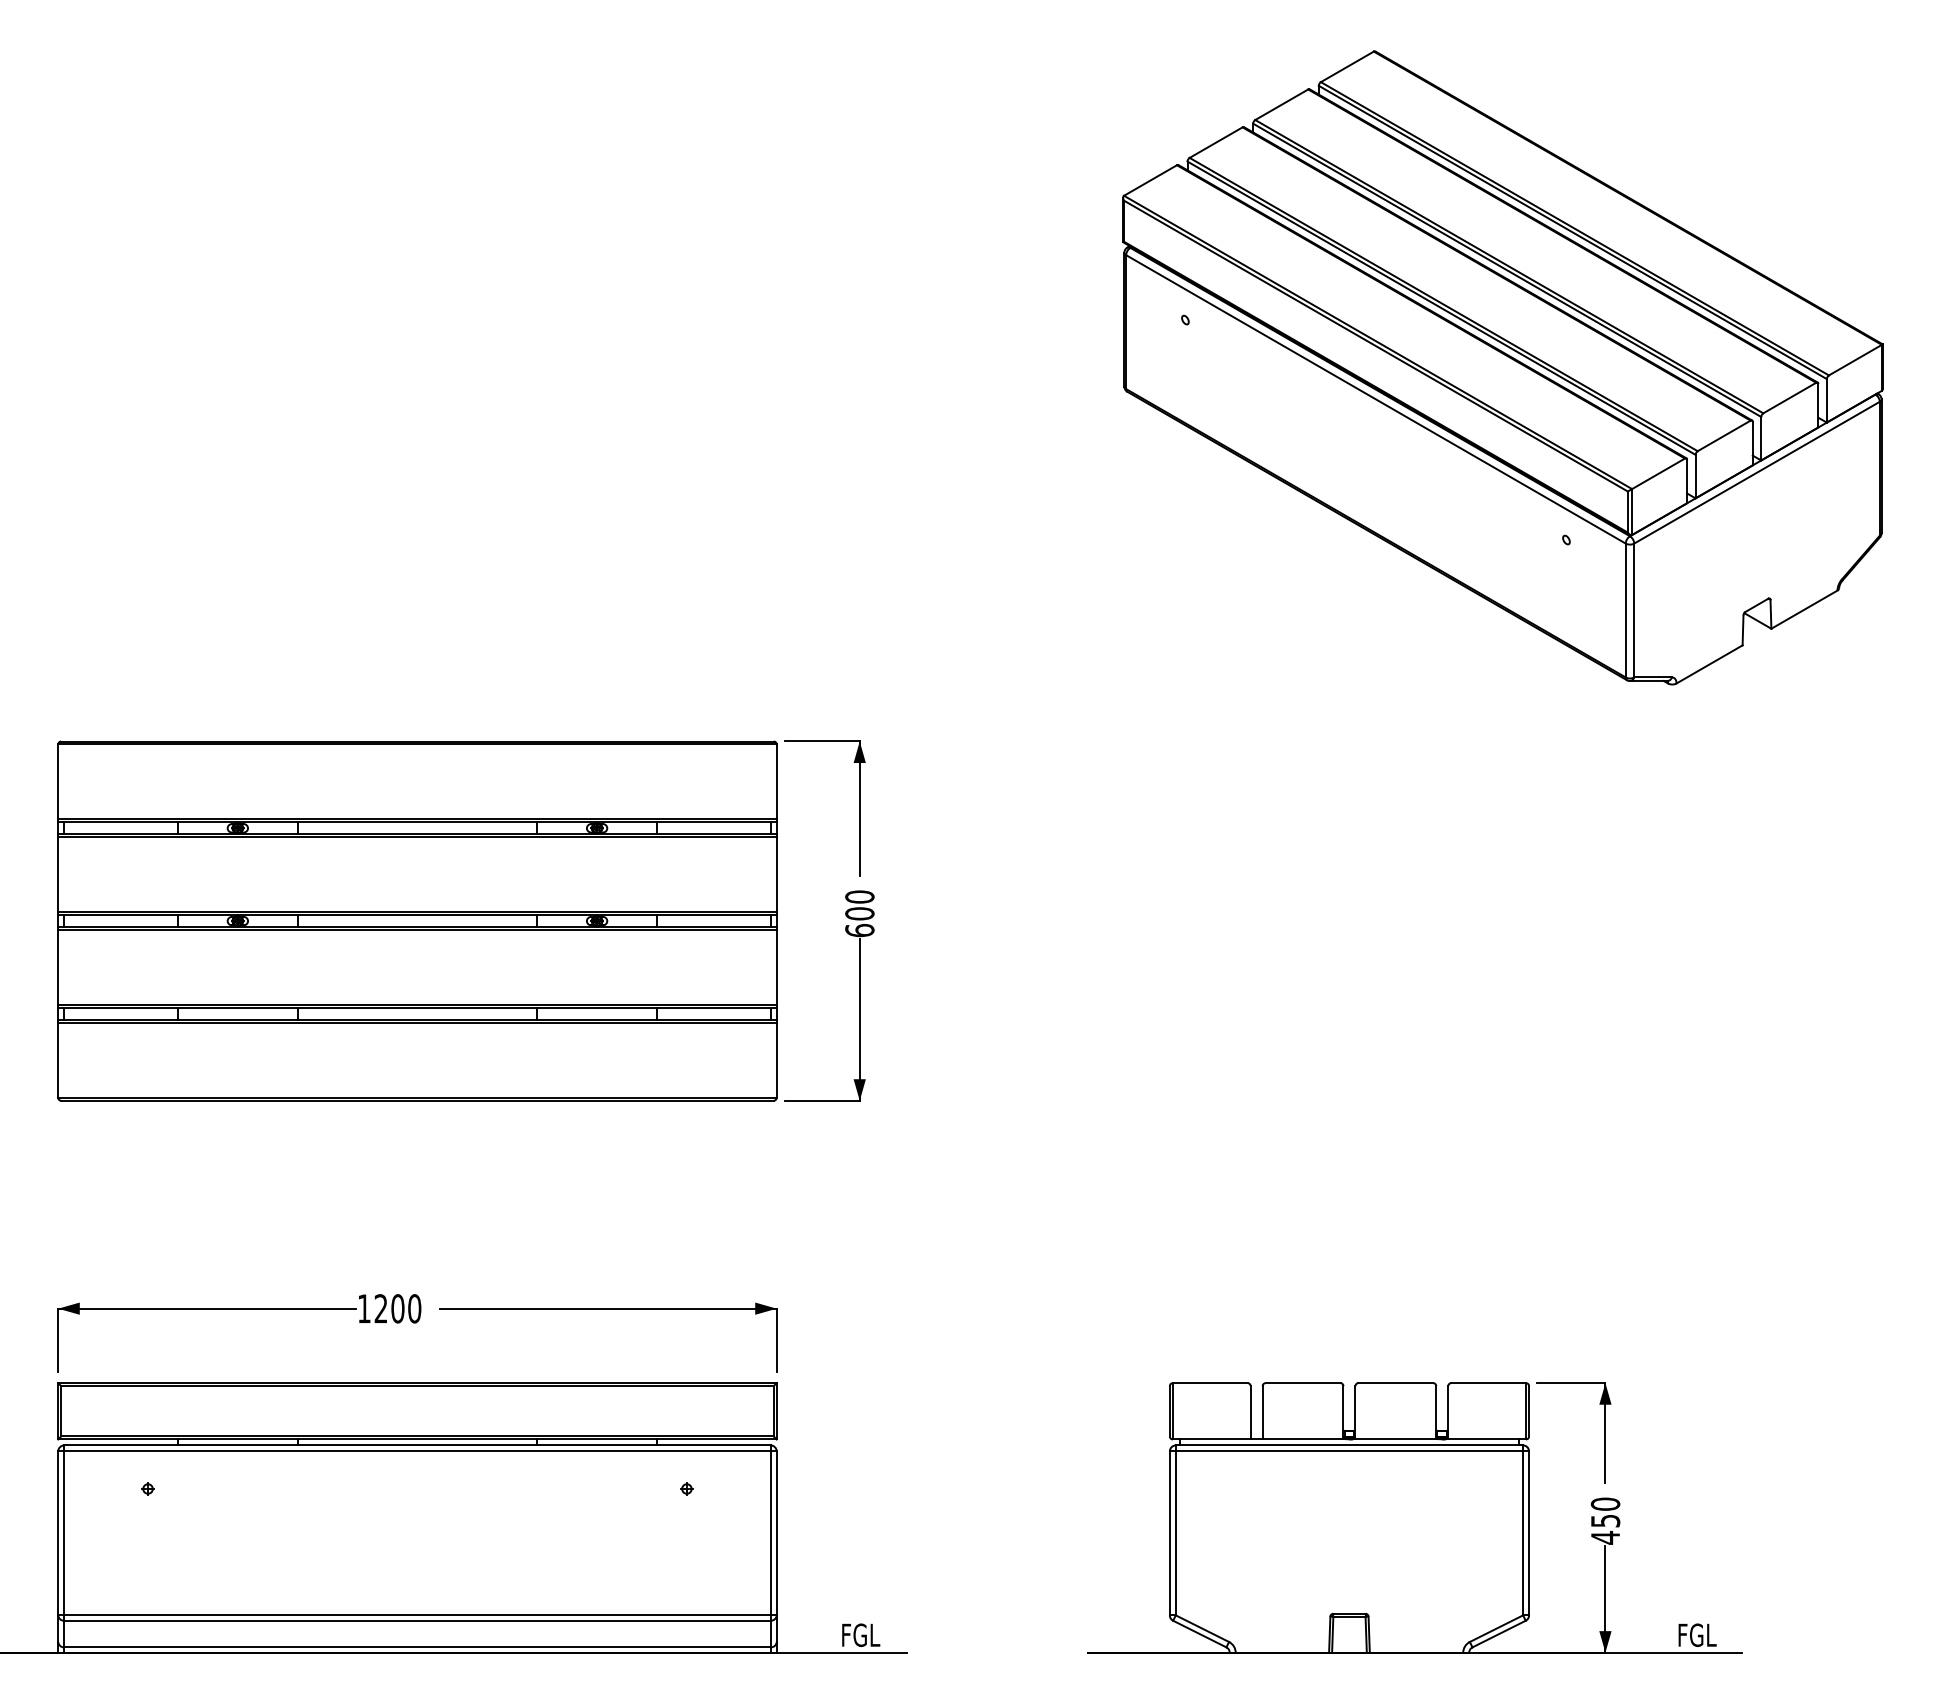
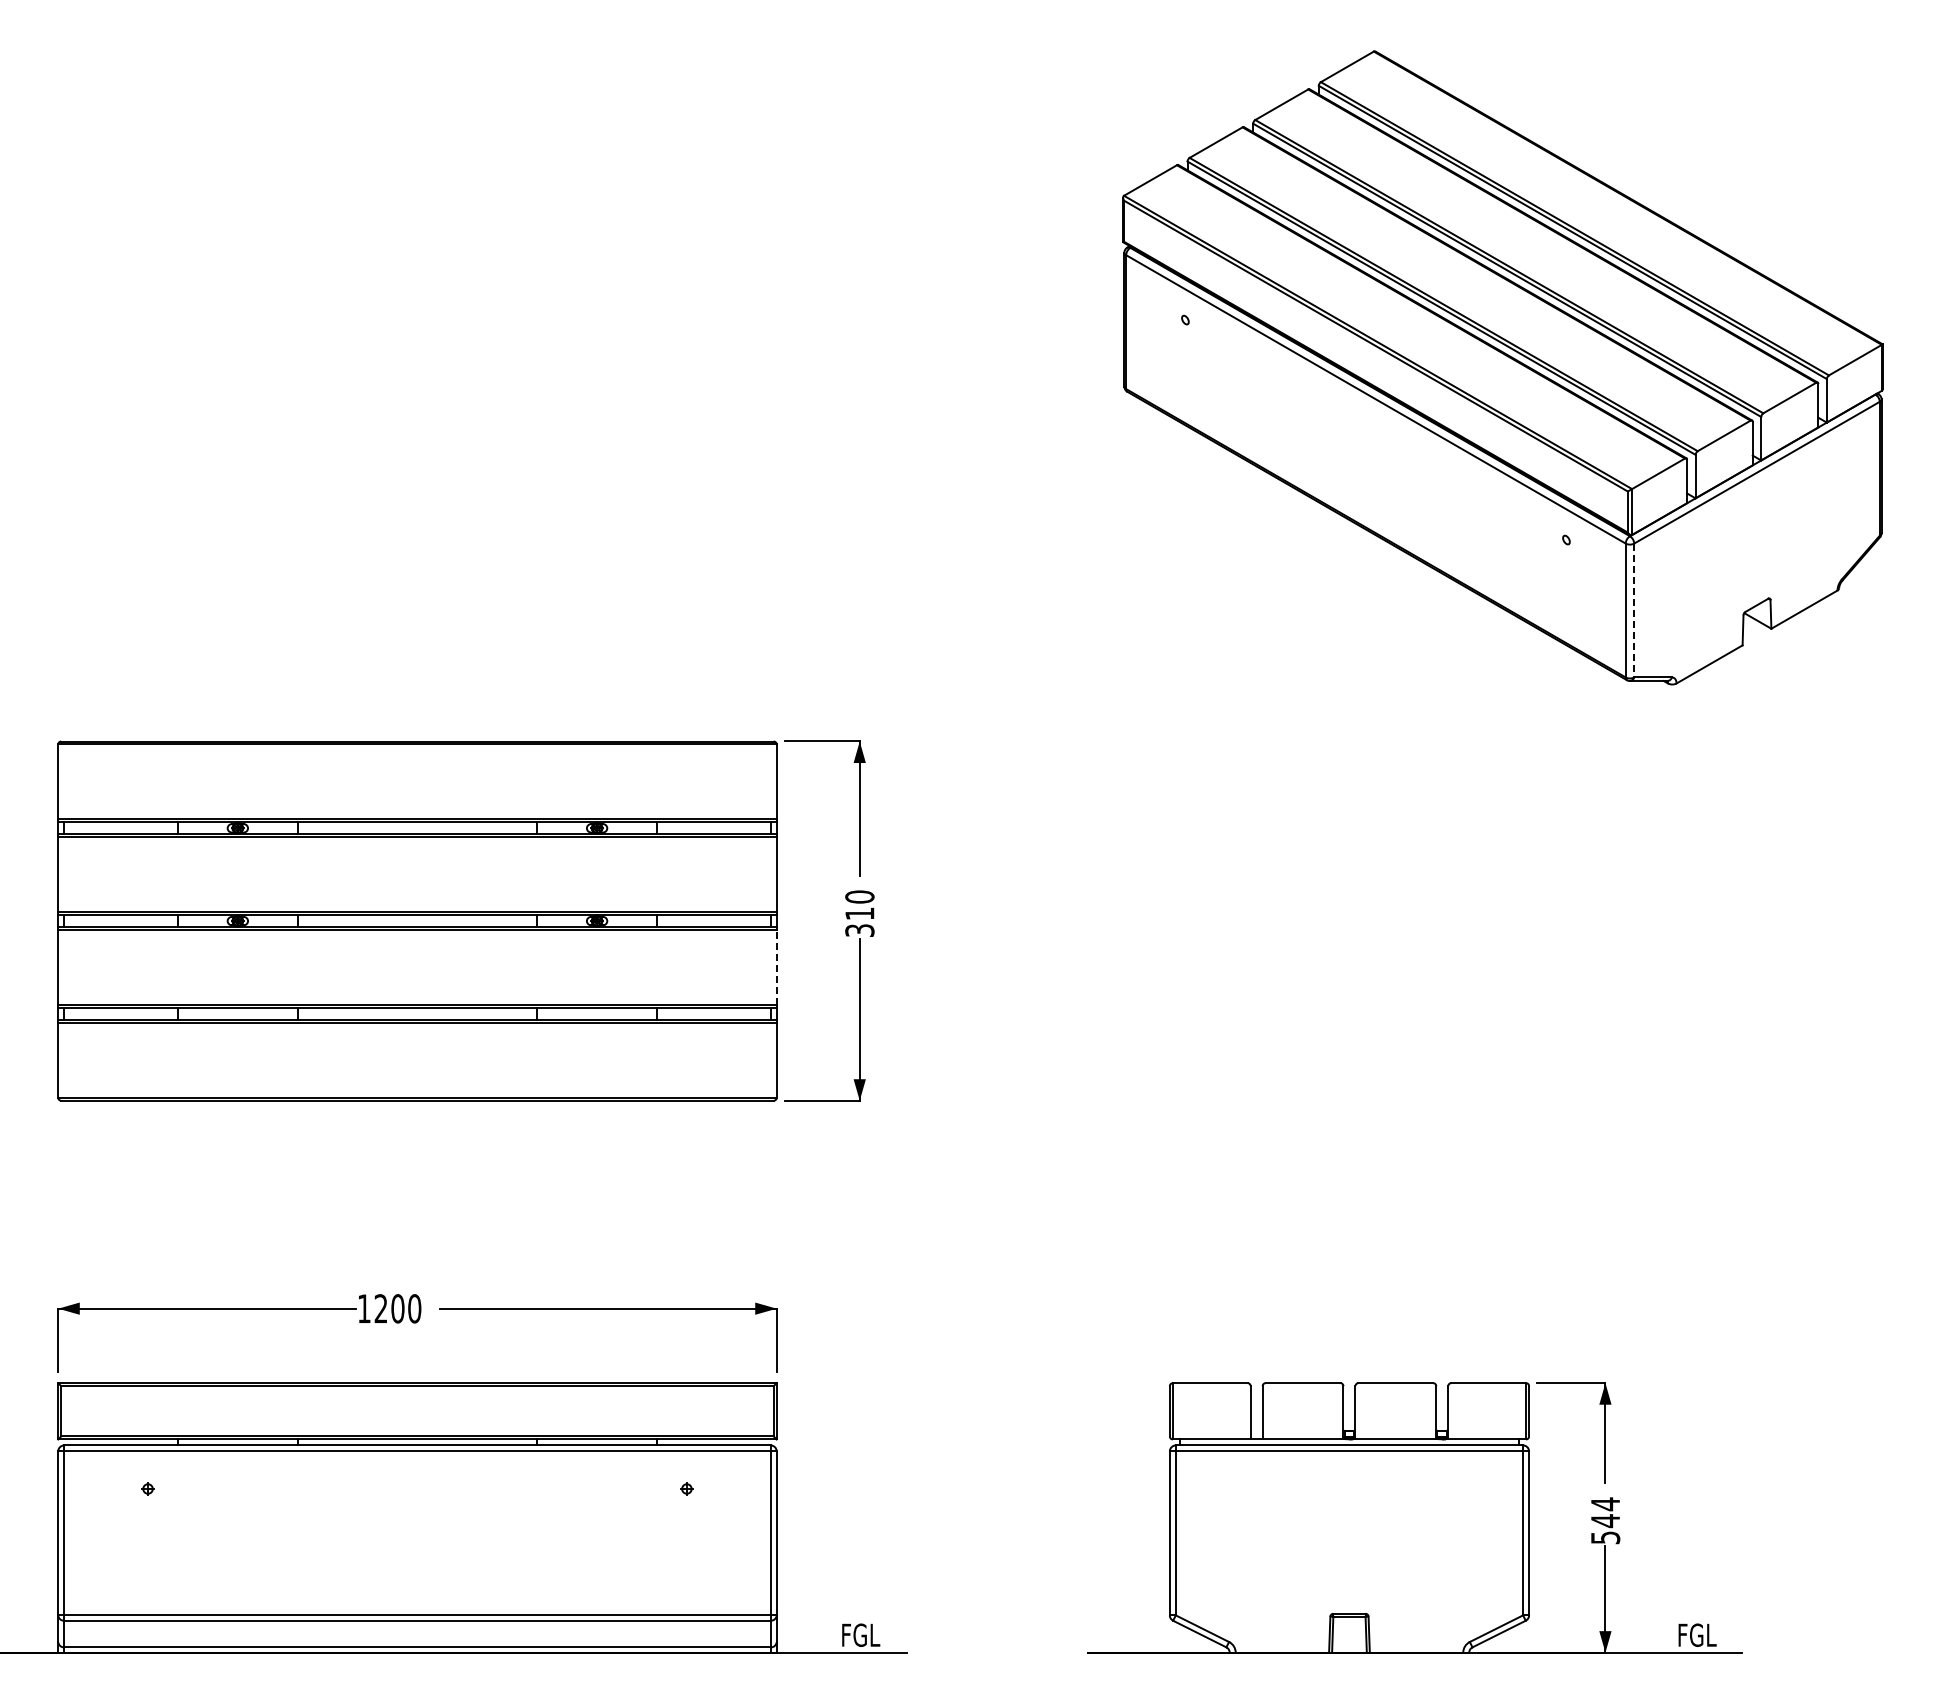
line at (1634, 610): solid -> dashed
text at (859, 922): 600 -> 310
line at (776, 967): solid -> dashed
text at (1605, 1520): 450 -> 544
